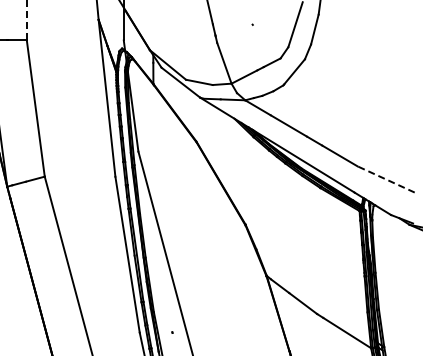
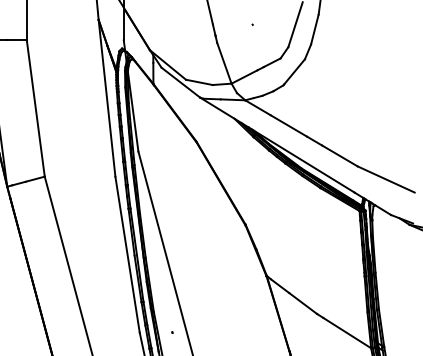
line at (26, 20): dashed -> solid
line at (385, 179): dashed -> solid
